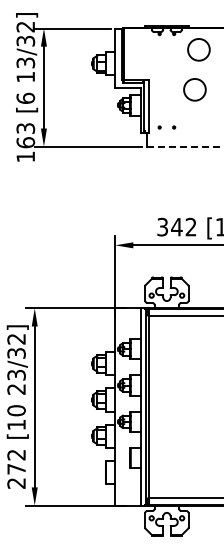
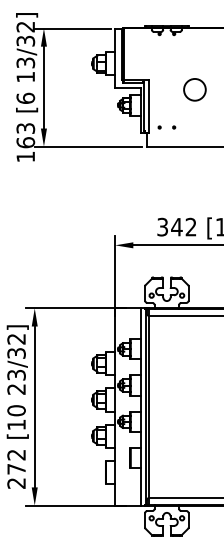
circle at (198, 49): present -> none
line at (185, 146): dashed -> solid
